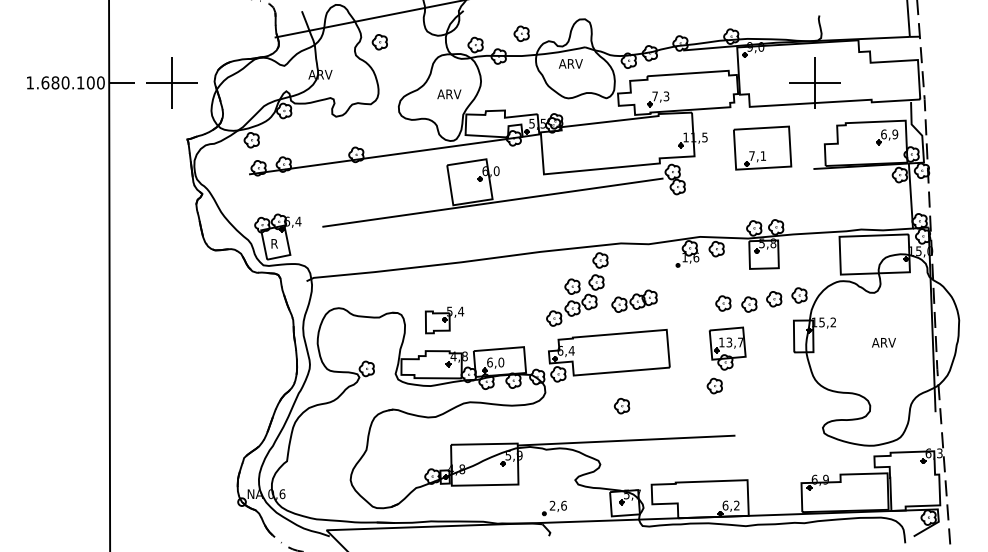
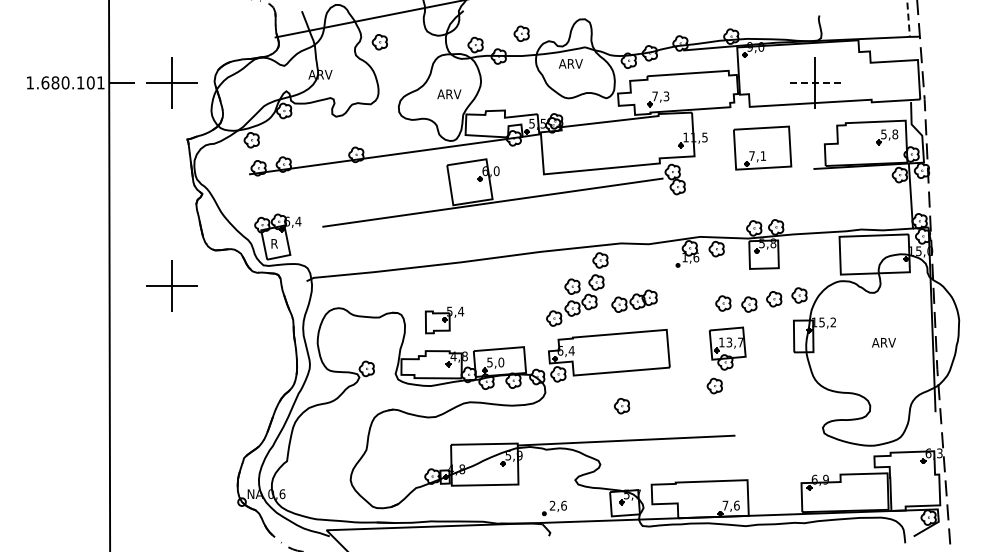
line at (908, 19): solid -> dashed
text at (100, 82): 1.680.100 -> 1.680.101
line at (814, 82): solid -> dashed
text at (889, 134): 6,9 -> 5,8
part at (171, 285): none -> present
text at (489, 362): 6,0 -> 5,0
text at (730, 505): 6,2 -> 7,6
